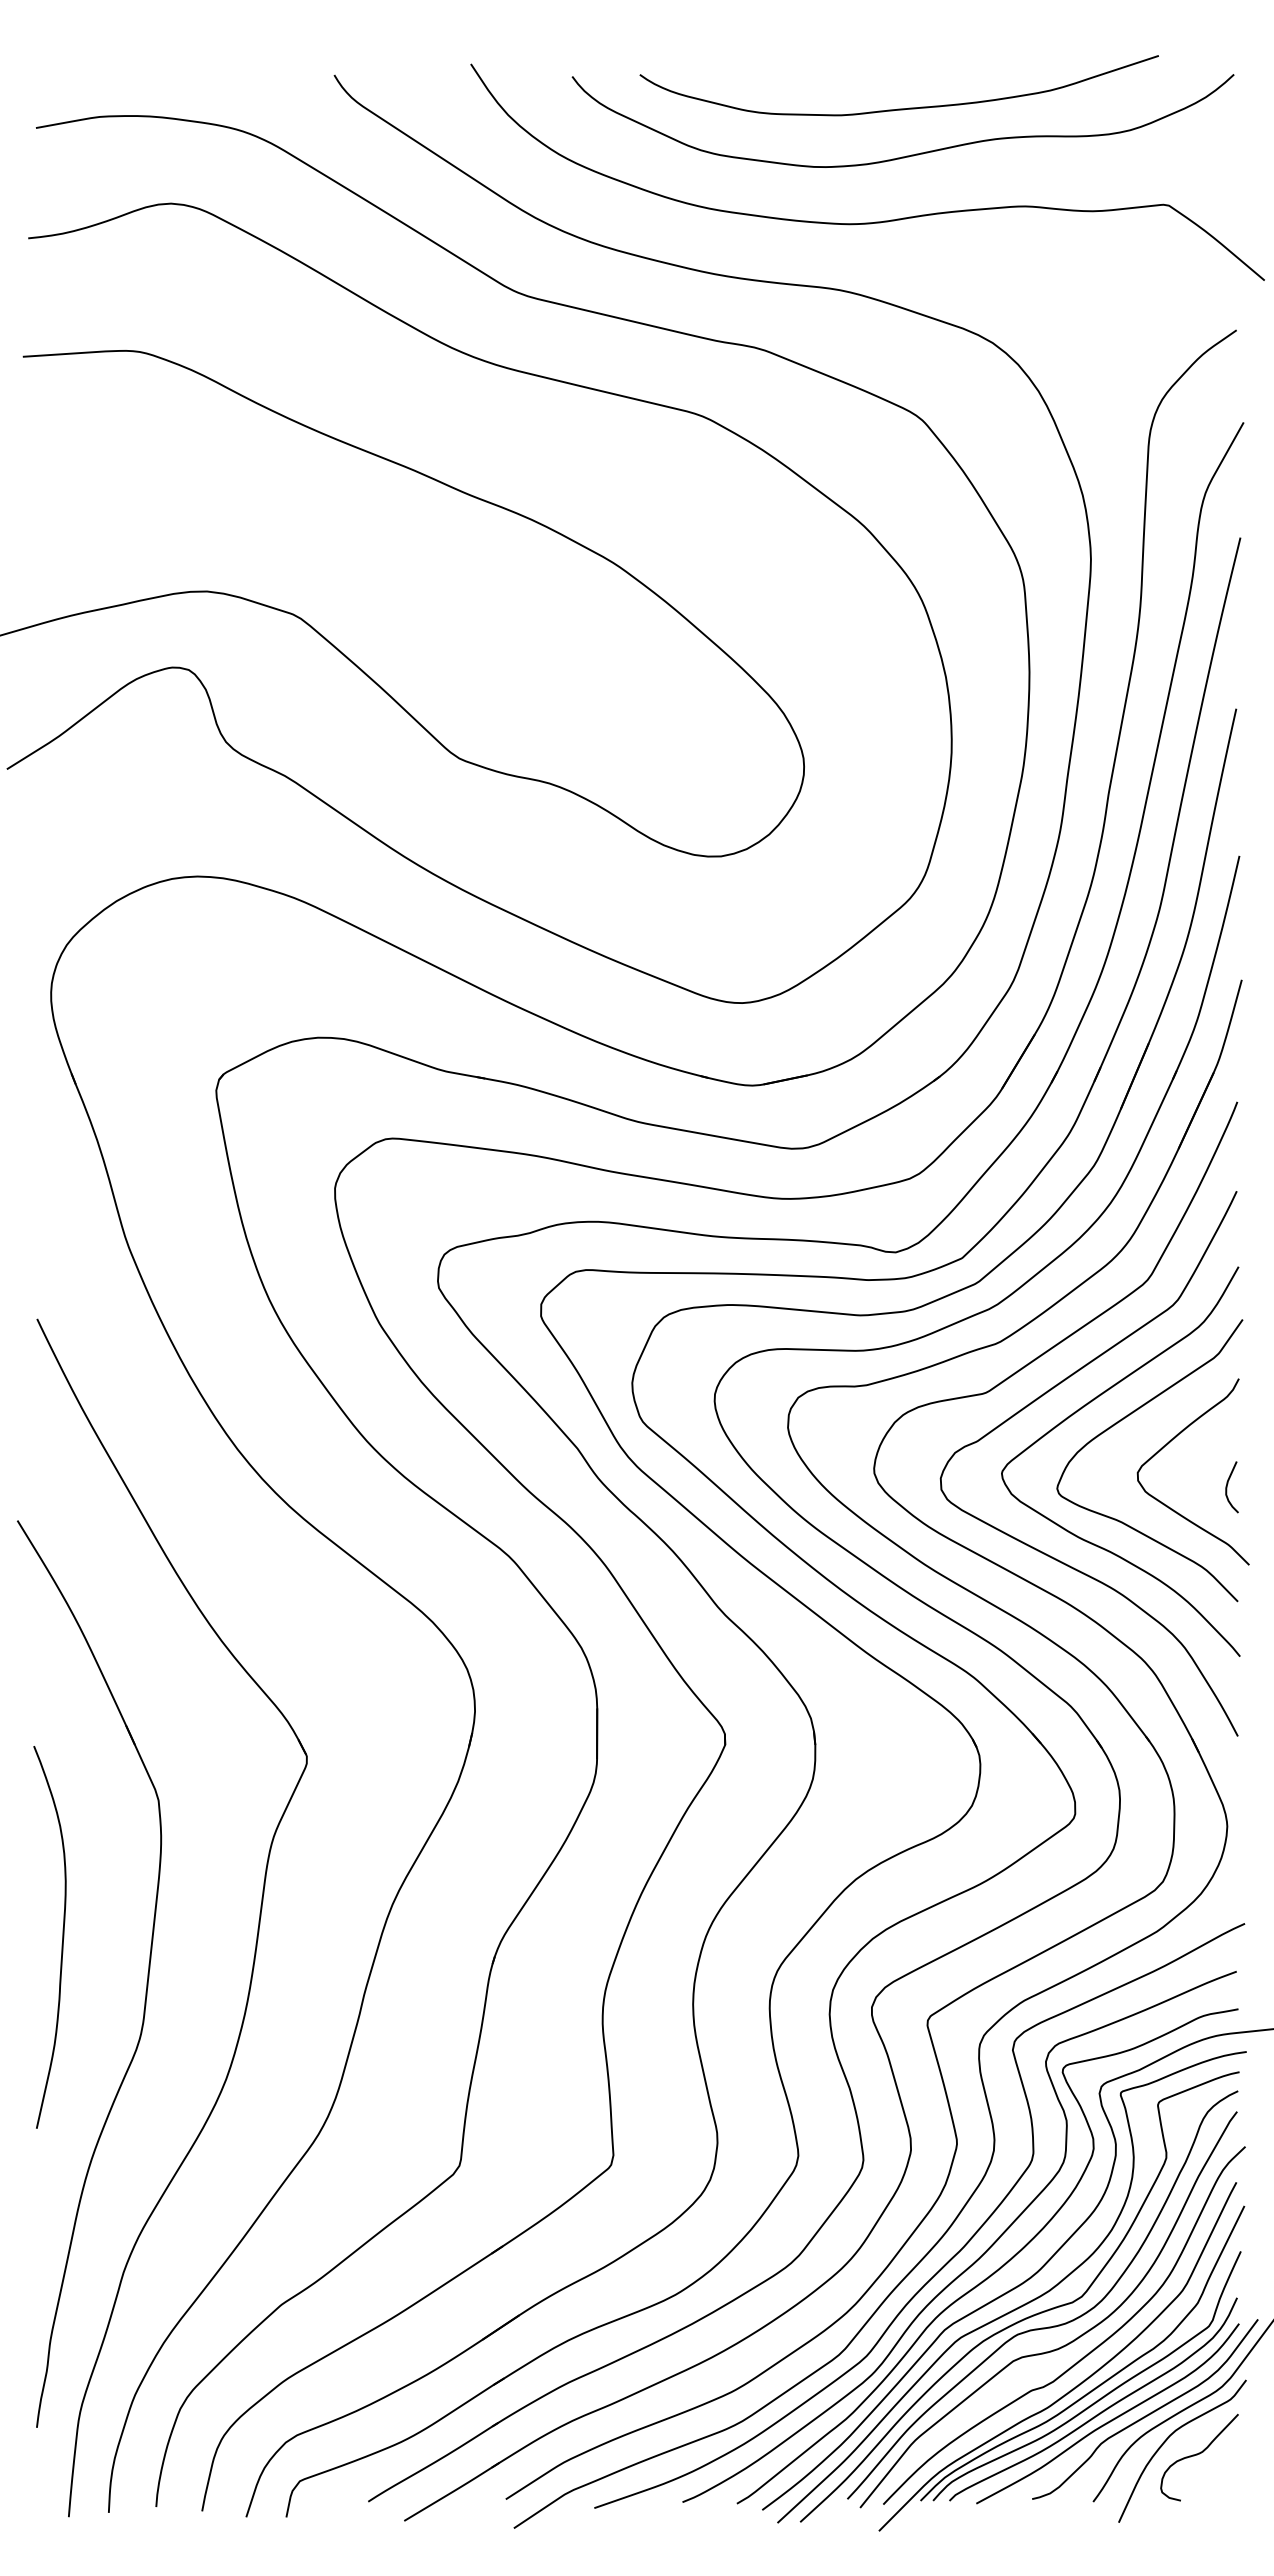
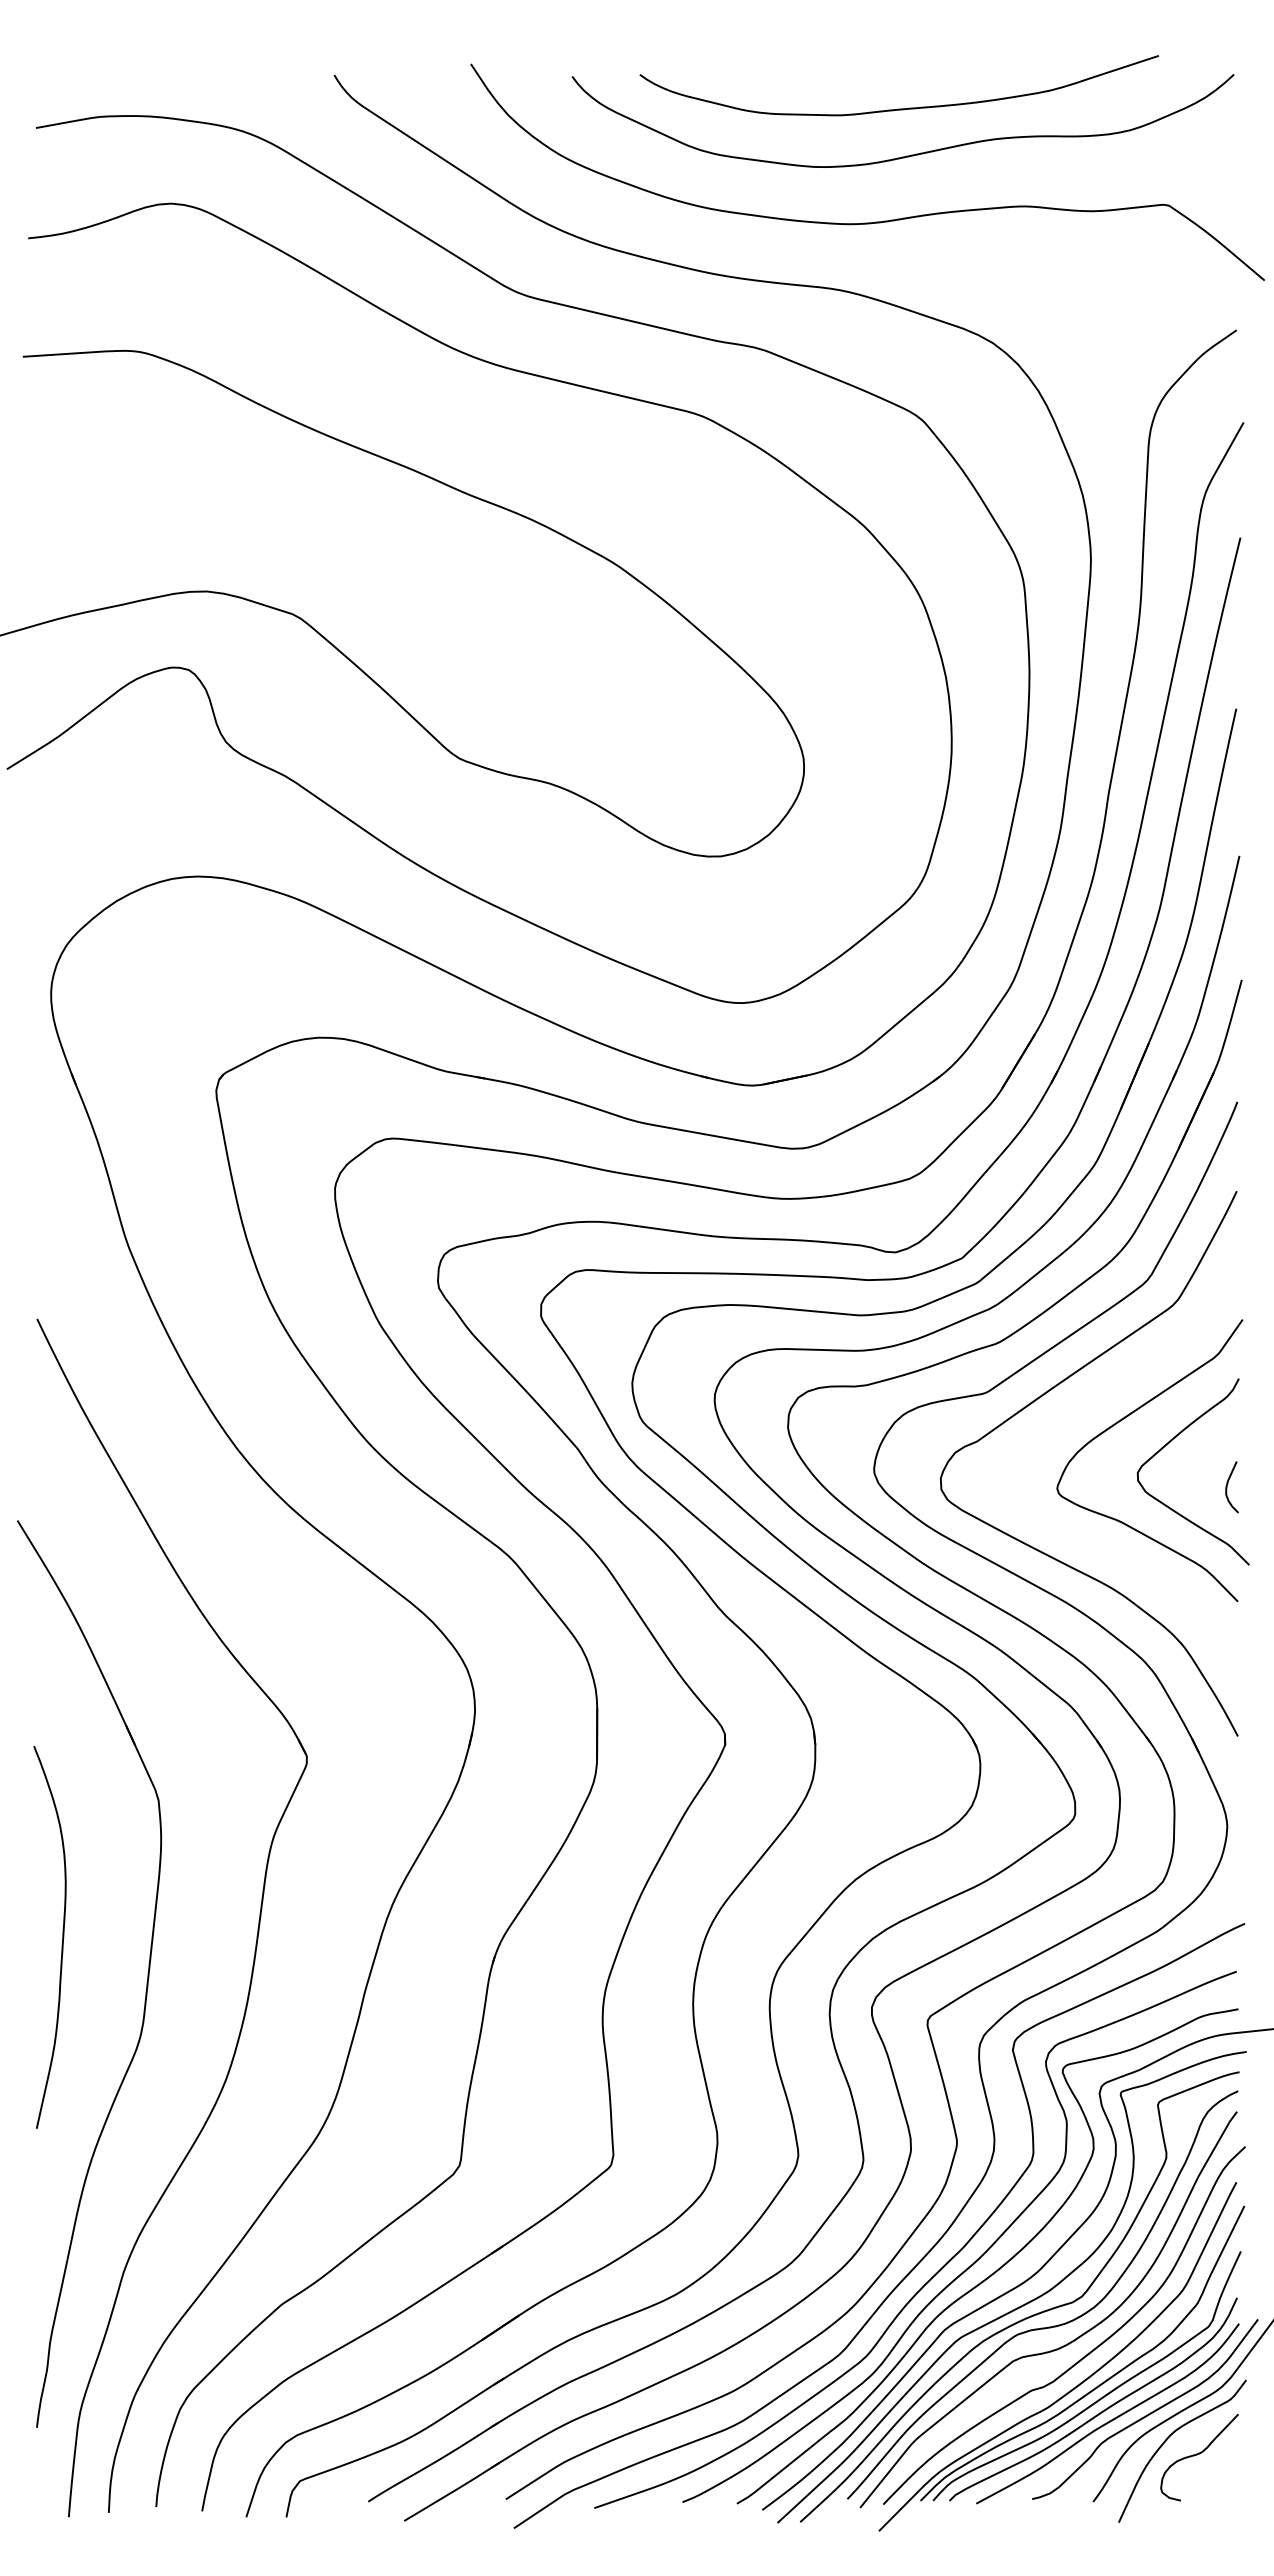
curve at (1084, 1407): present -> none
